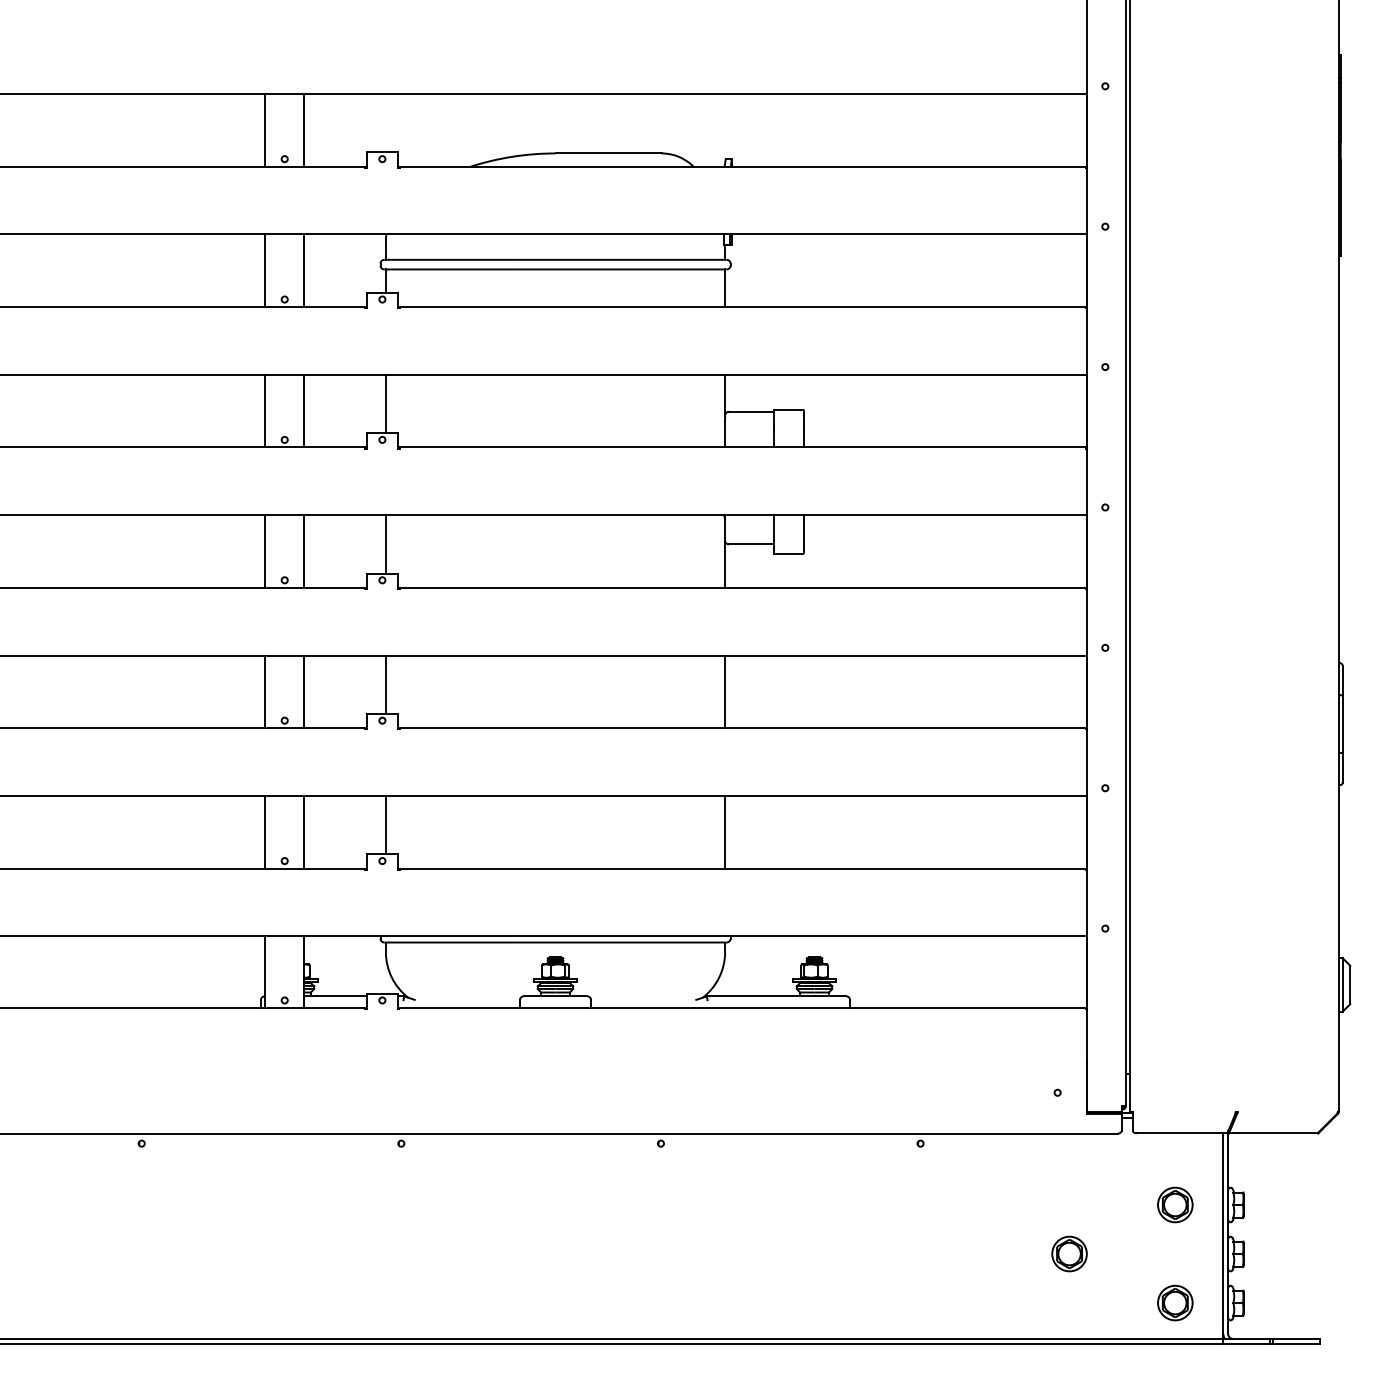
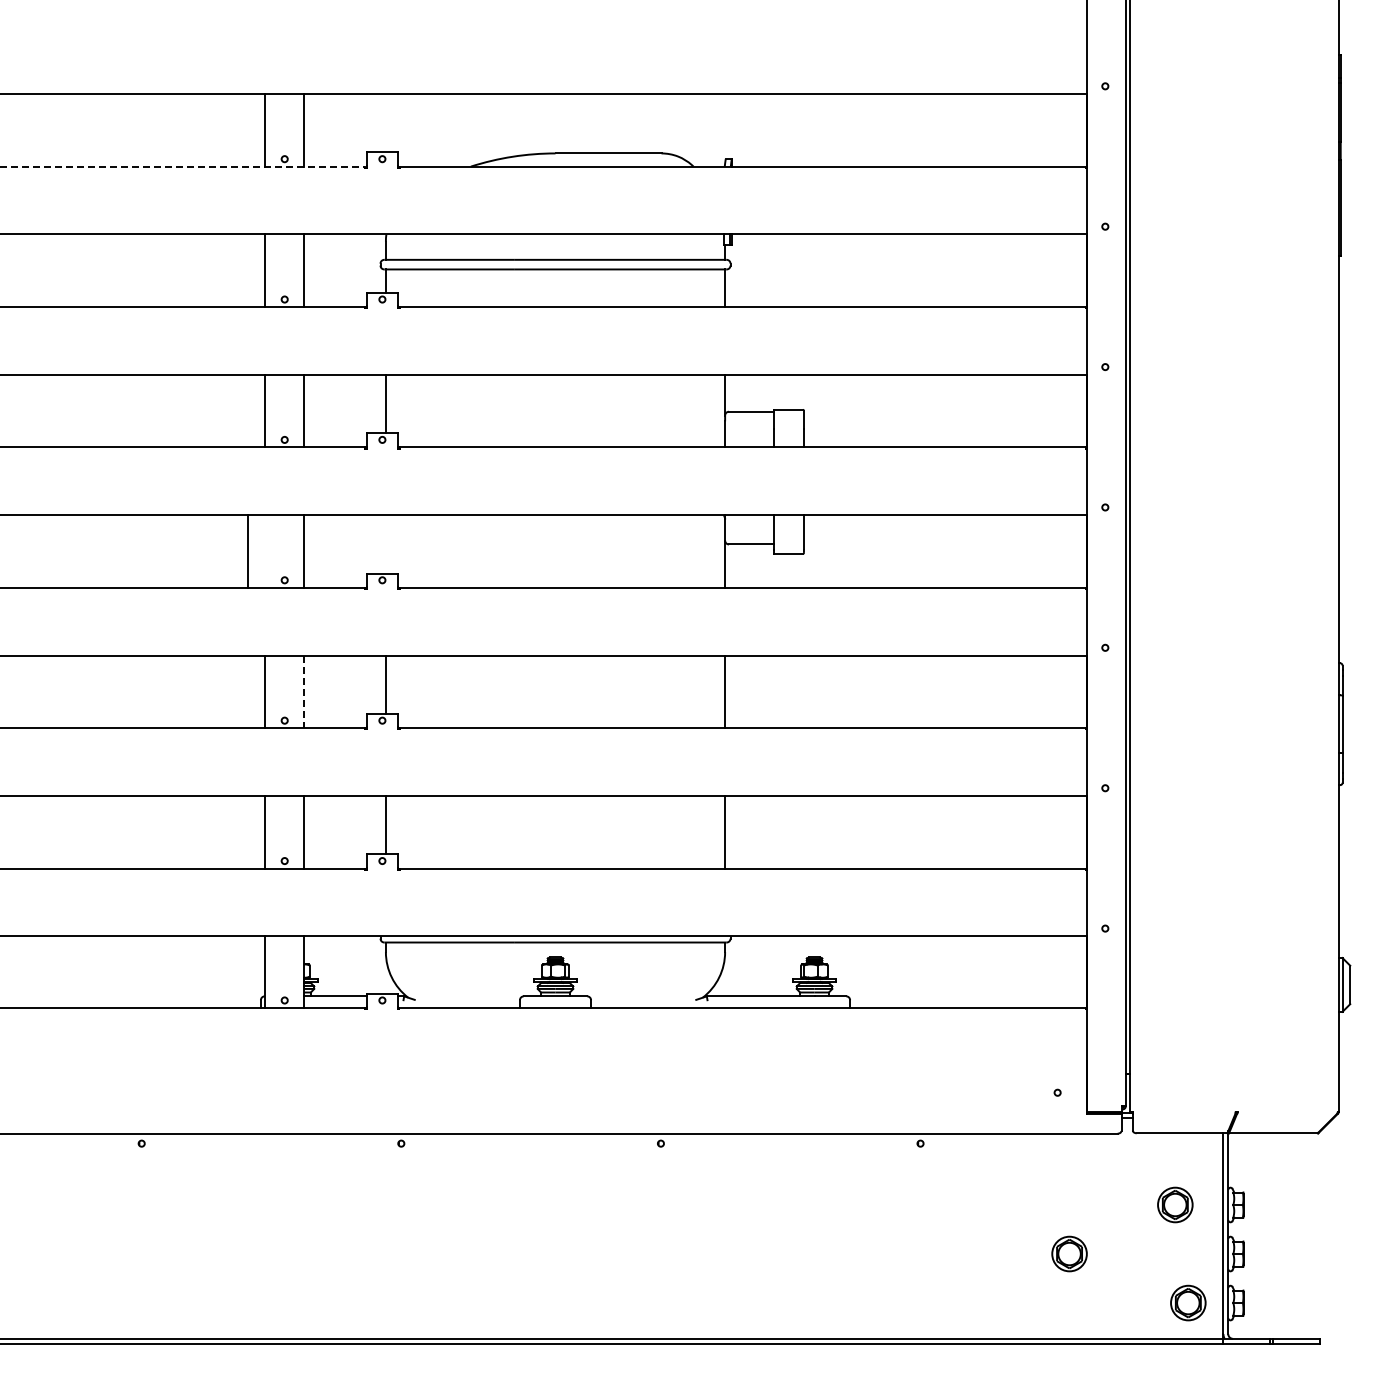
line at (183, 166): solid -> dashed
line at (385, 544): present -> none
line at (265, 551) position: (265, 551) -> (248, 551)
line at (303, 692): solid -> dashed
part at (1175, 1302) position: (1175, 1302) -> (1188, 1302)
